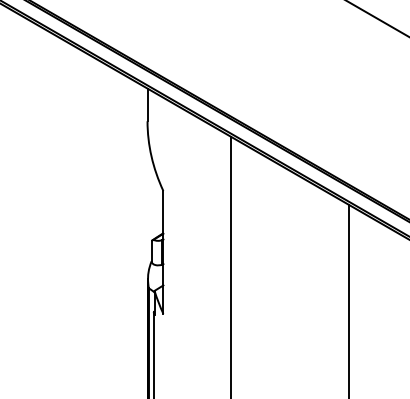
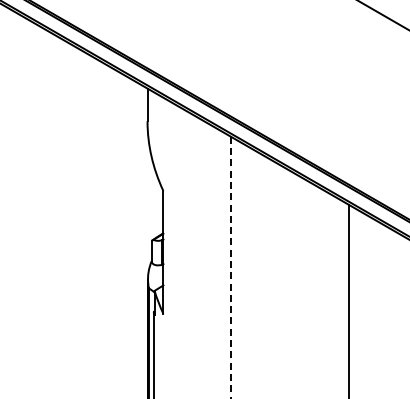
line at (377, 18) position: (377, 18) -> (383, 15)
line at (230, 267): solid -> dashed
